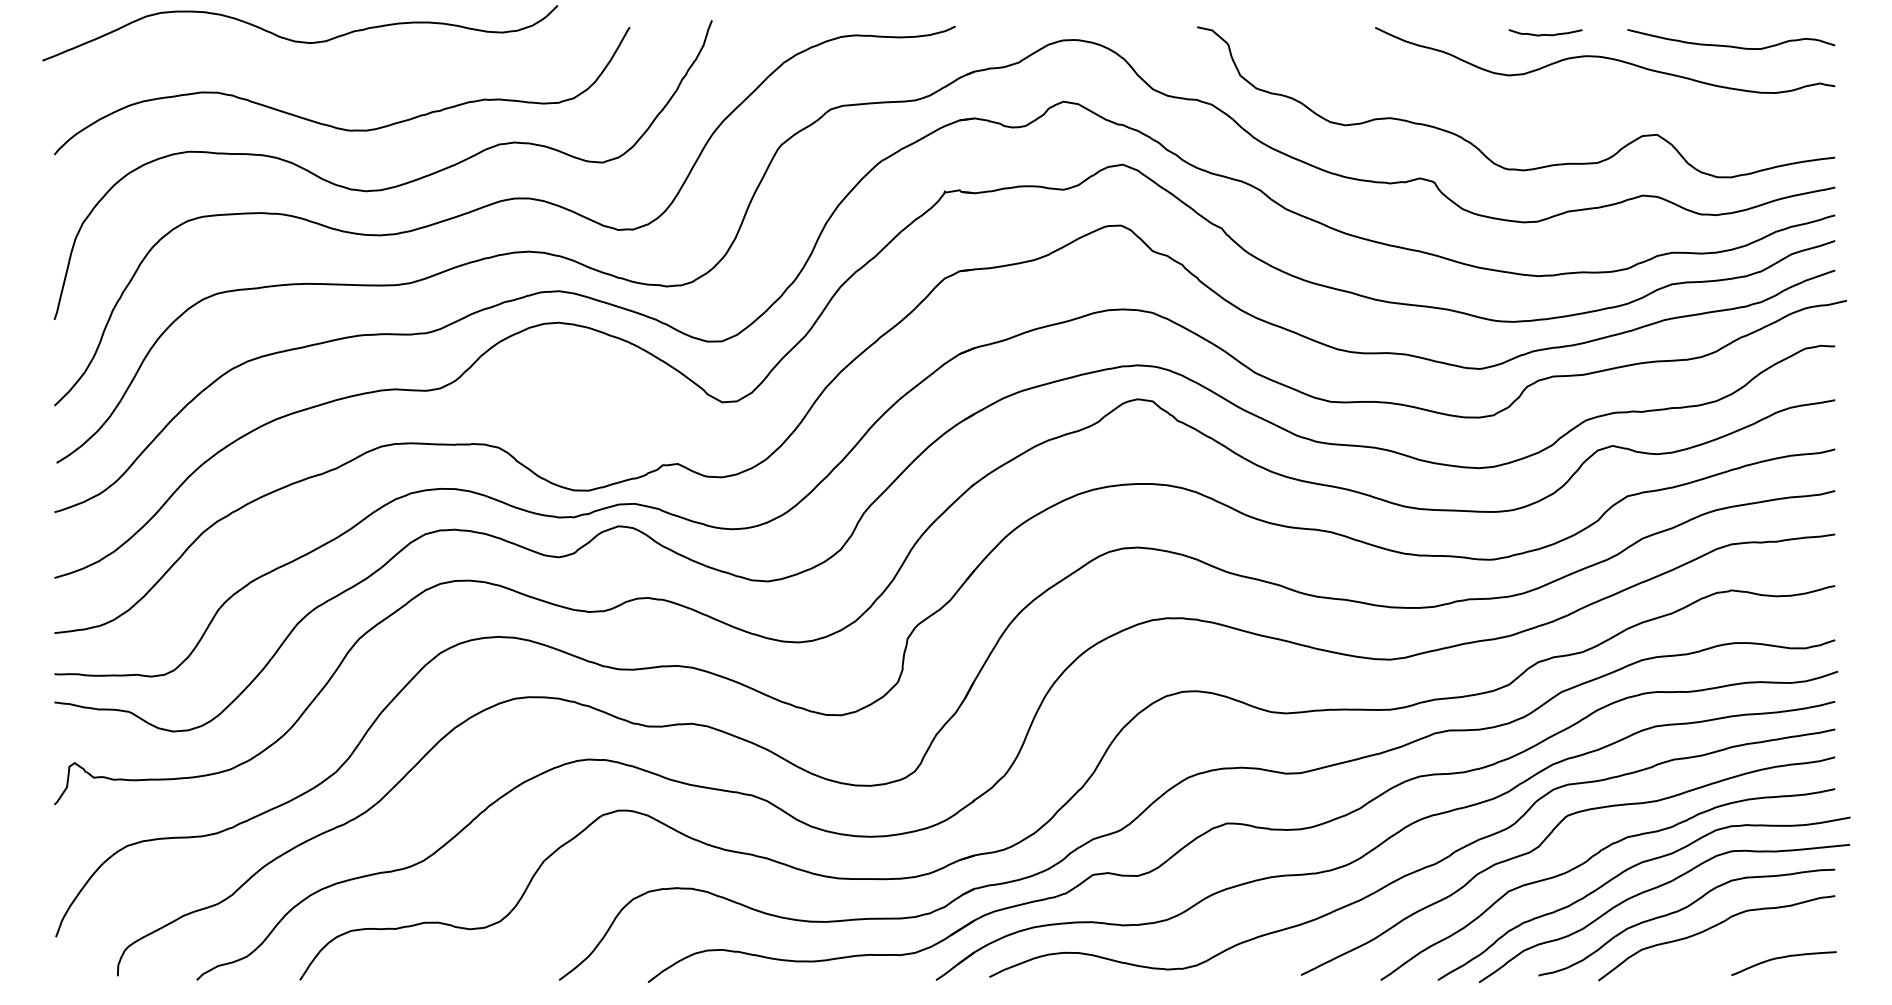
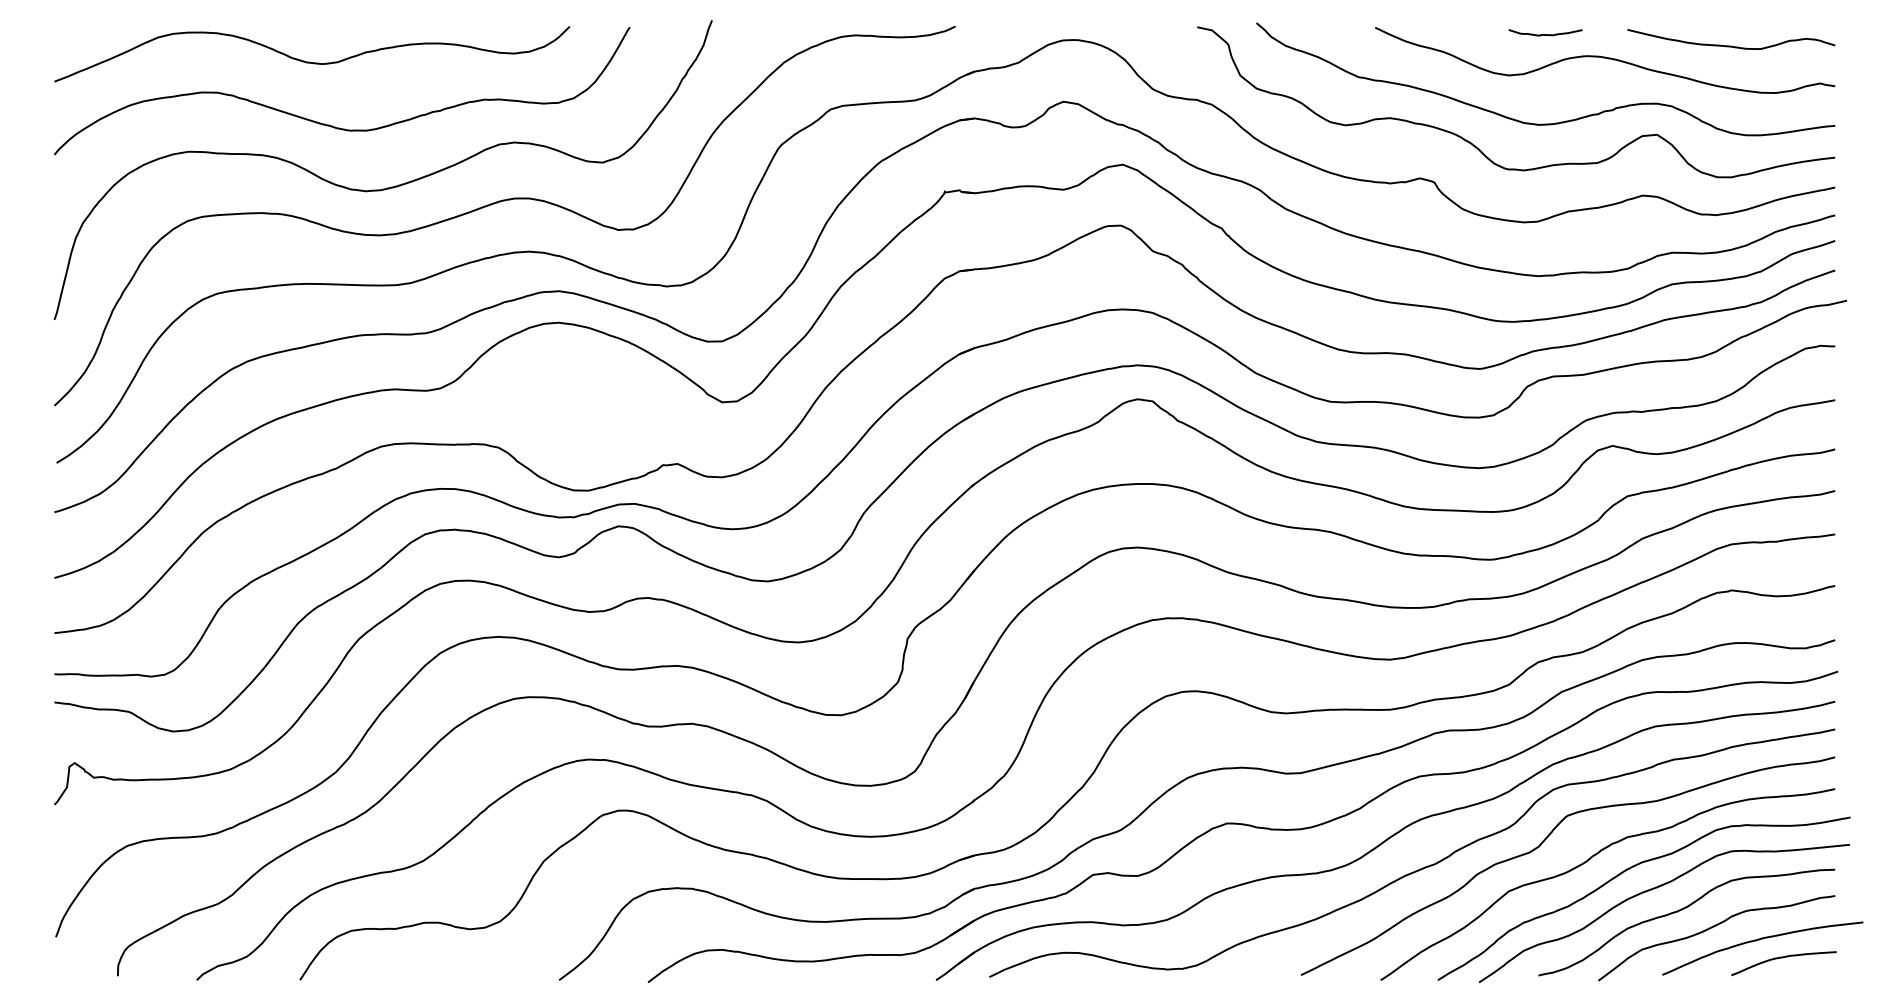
curve at (298, 40) position: (298, 40) -> (310, 61)
curve at (1545, 123): none -> present
curve at (1759, 940): none -> present
